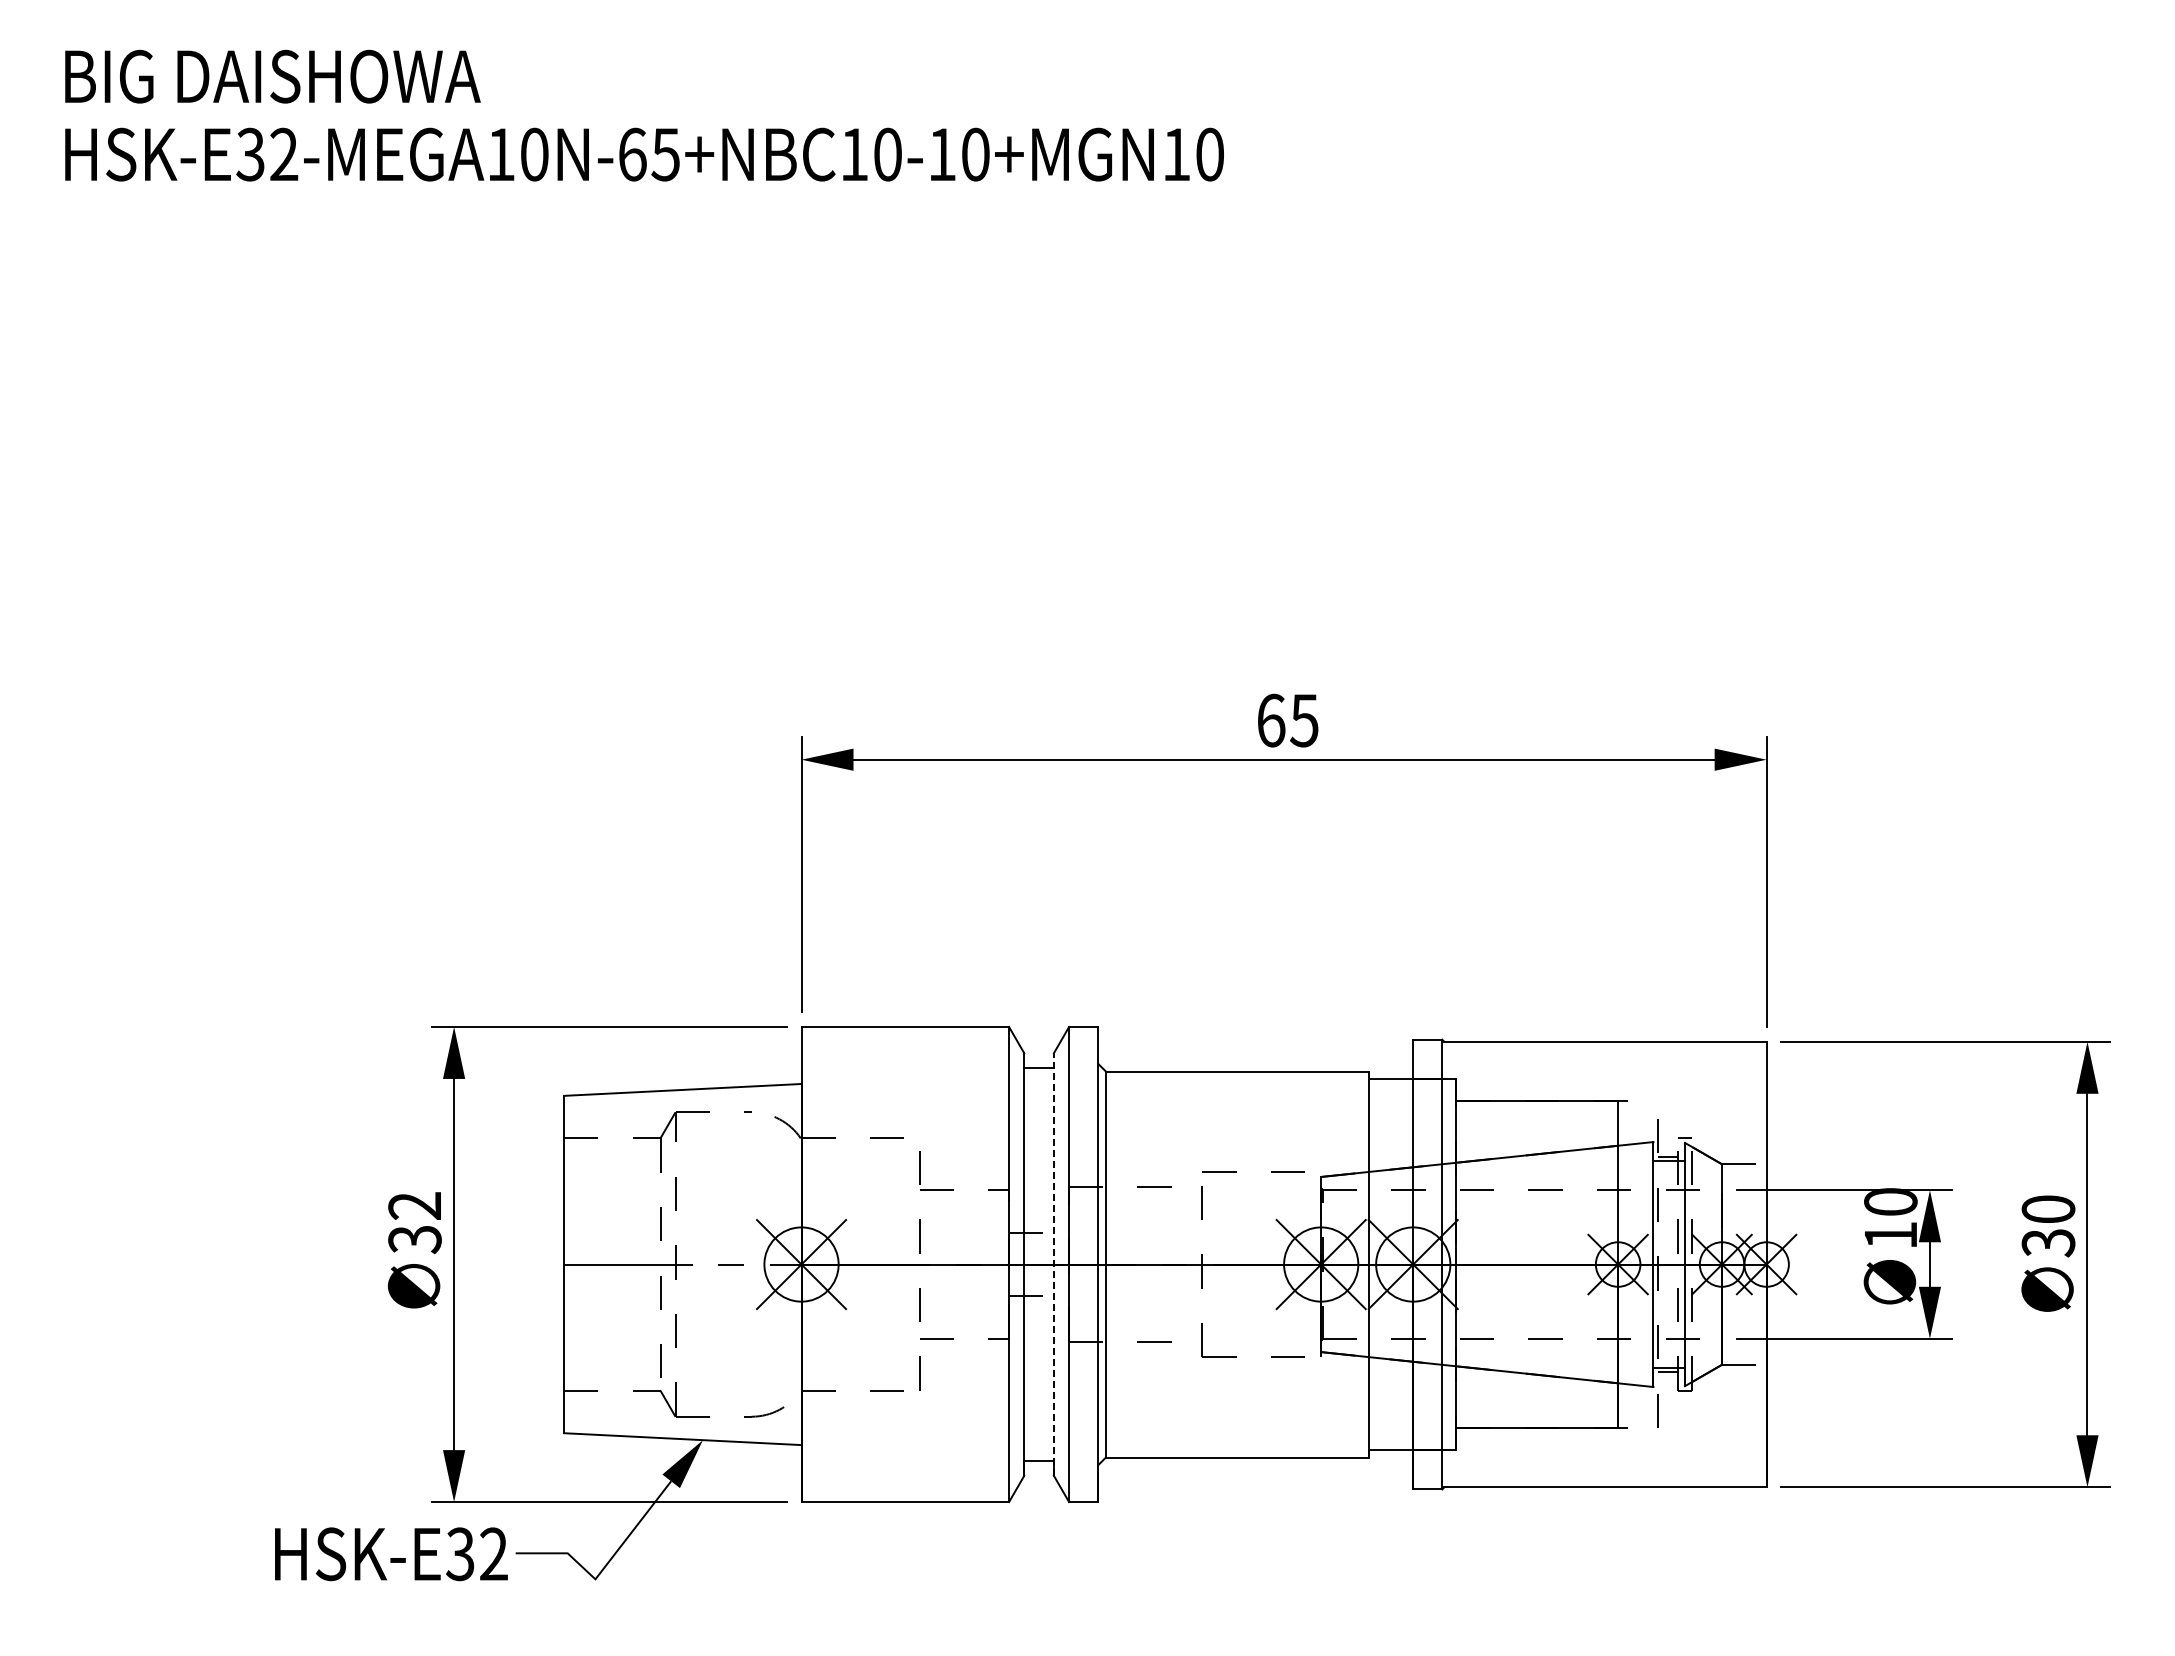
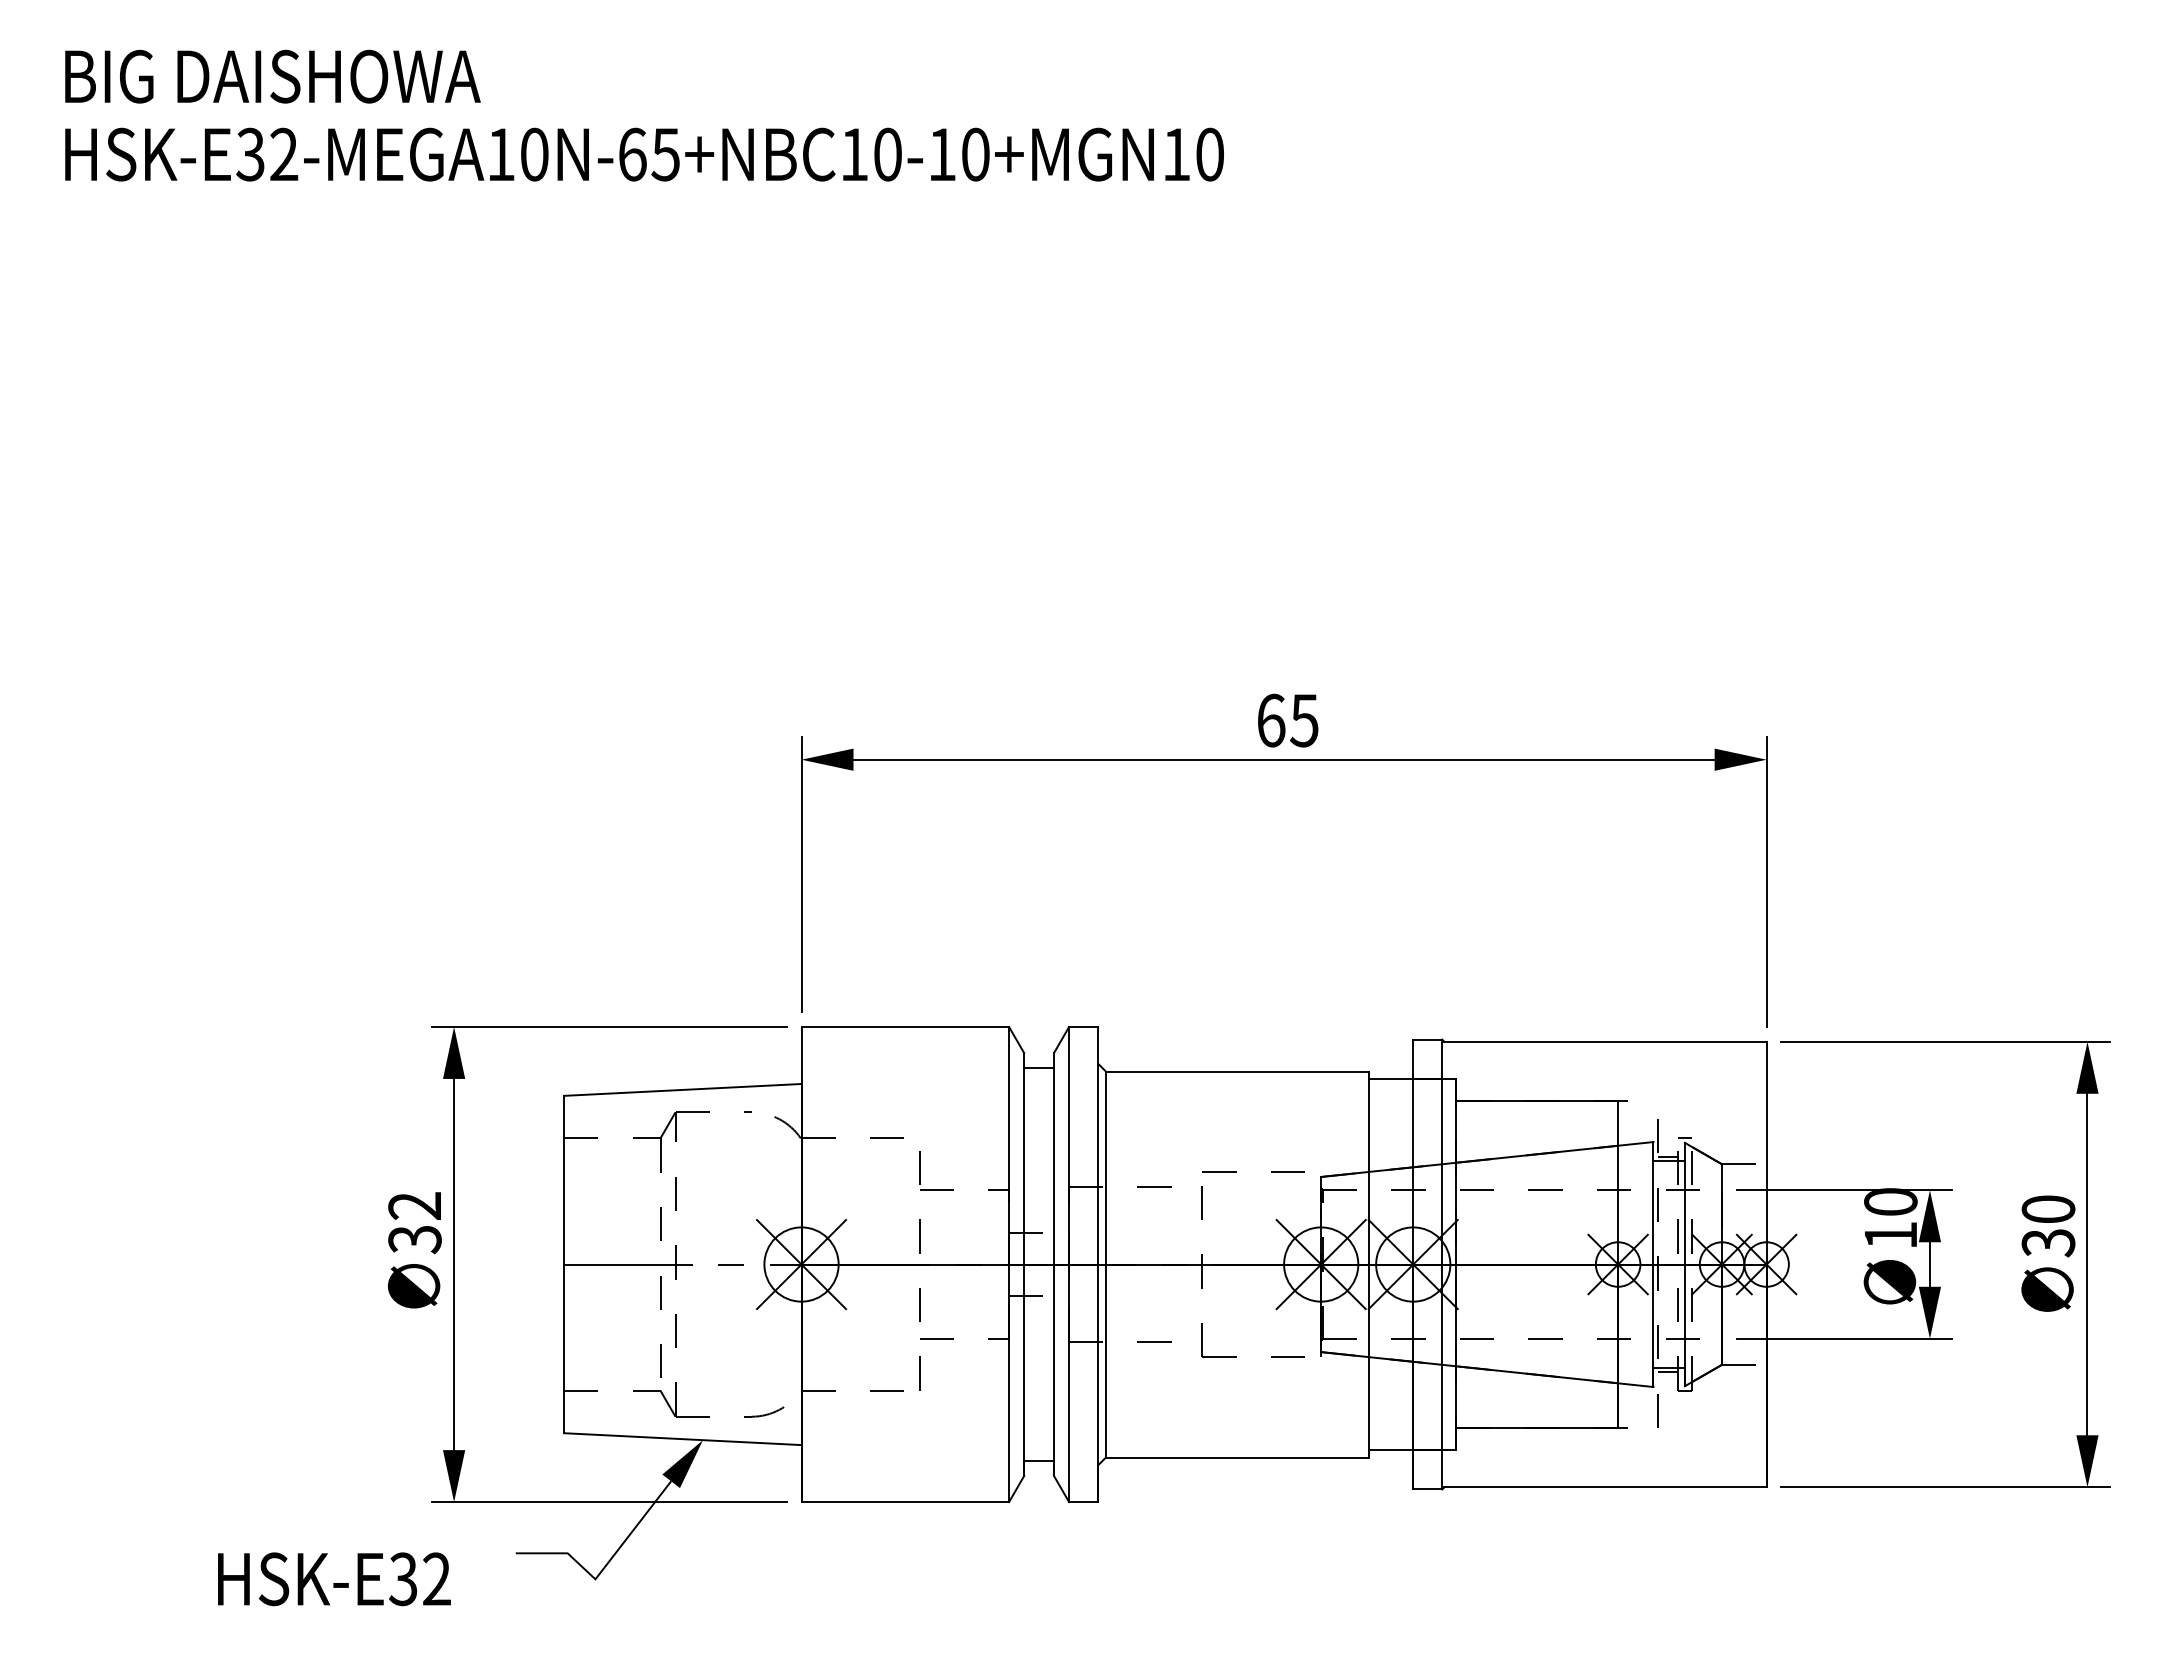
line at (1053, 1264): dashed -> solid
text at (391, 1554) position: (391, 1554) -> (334, 1579)
